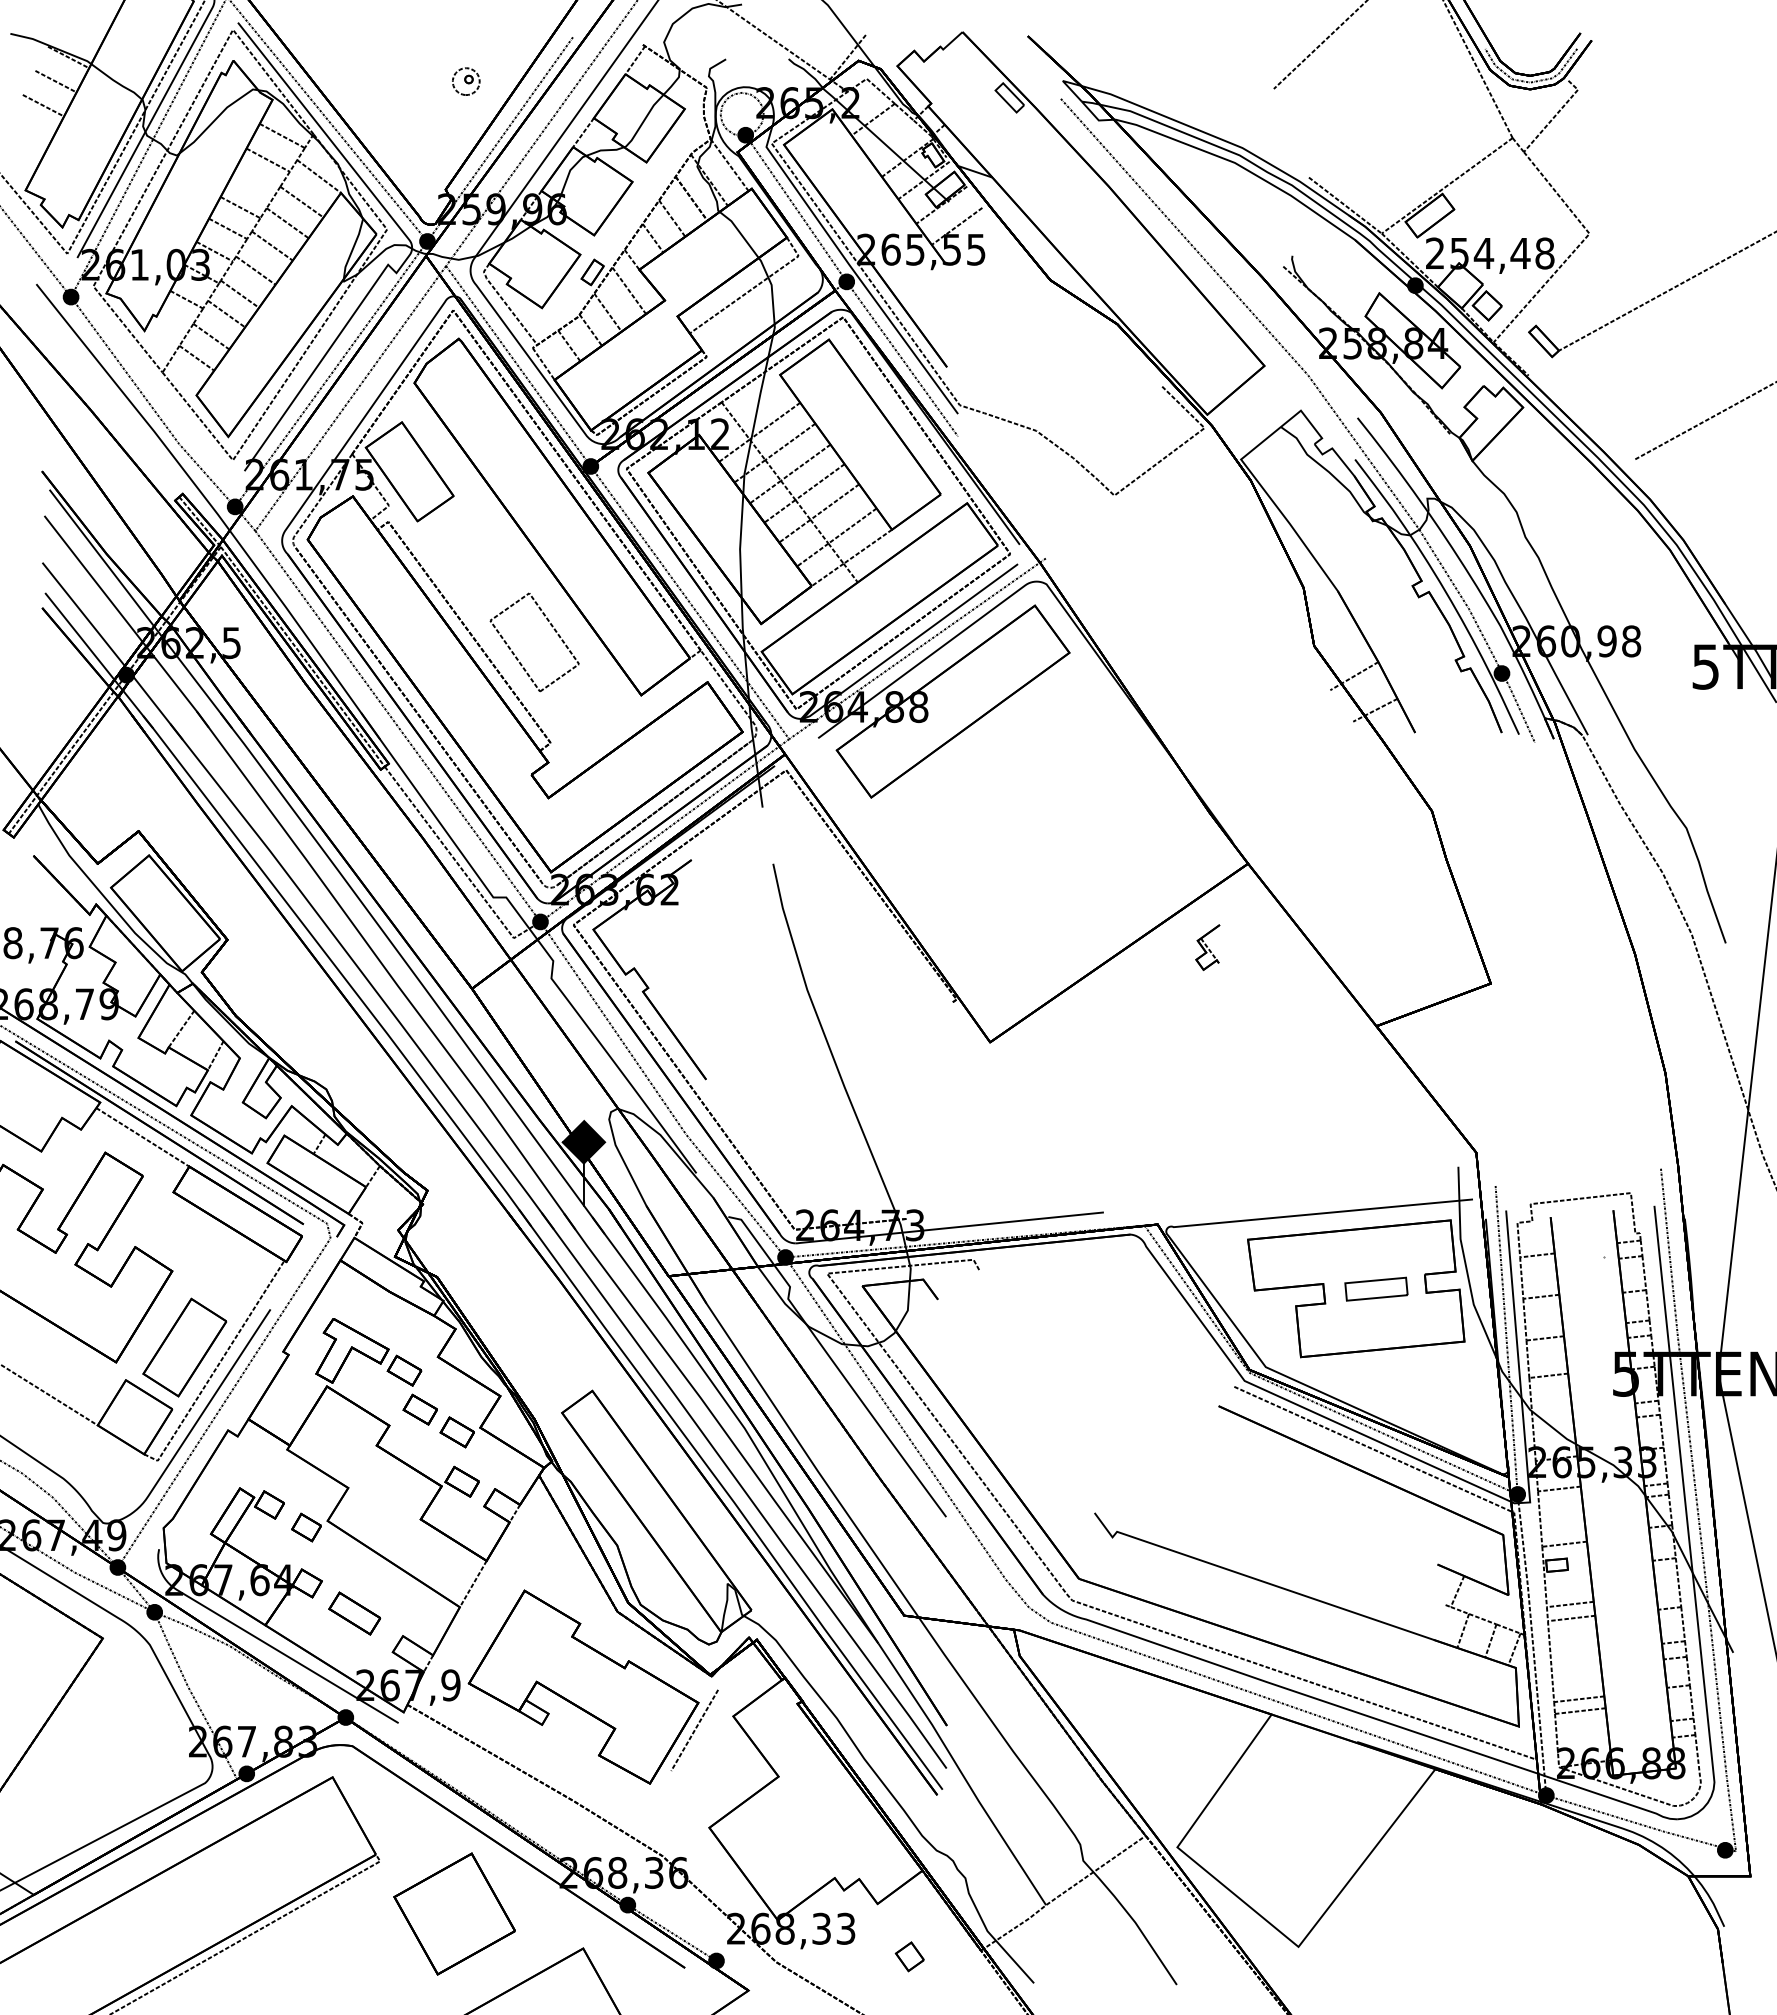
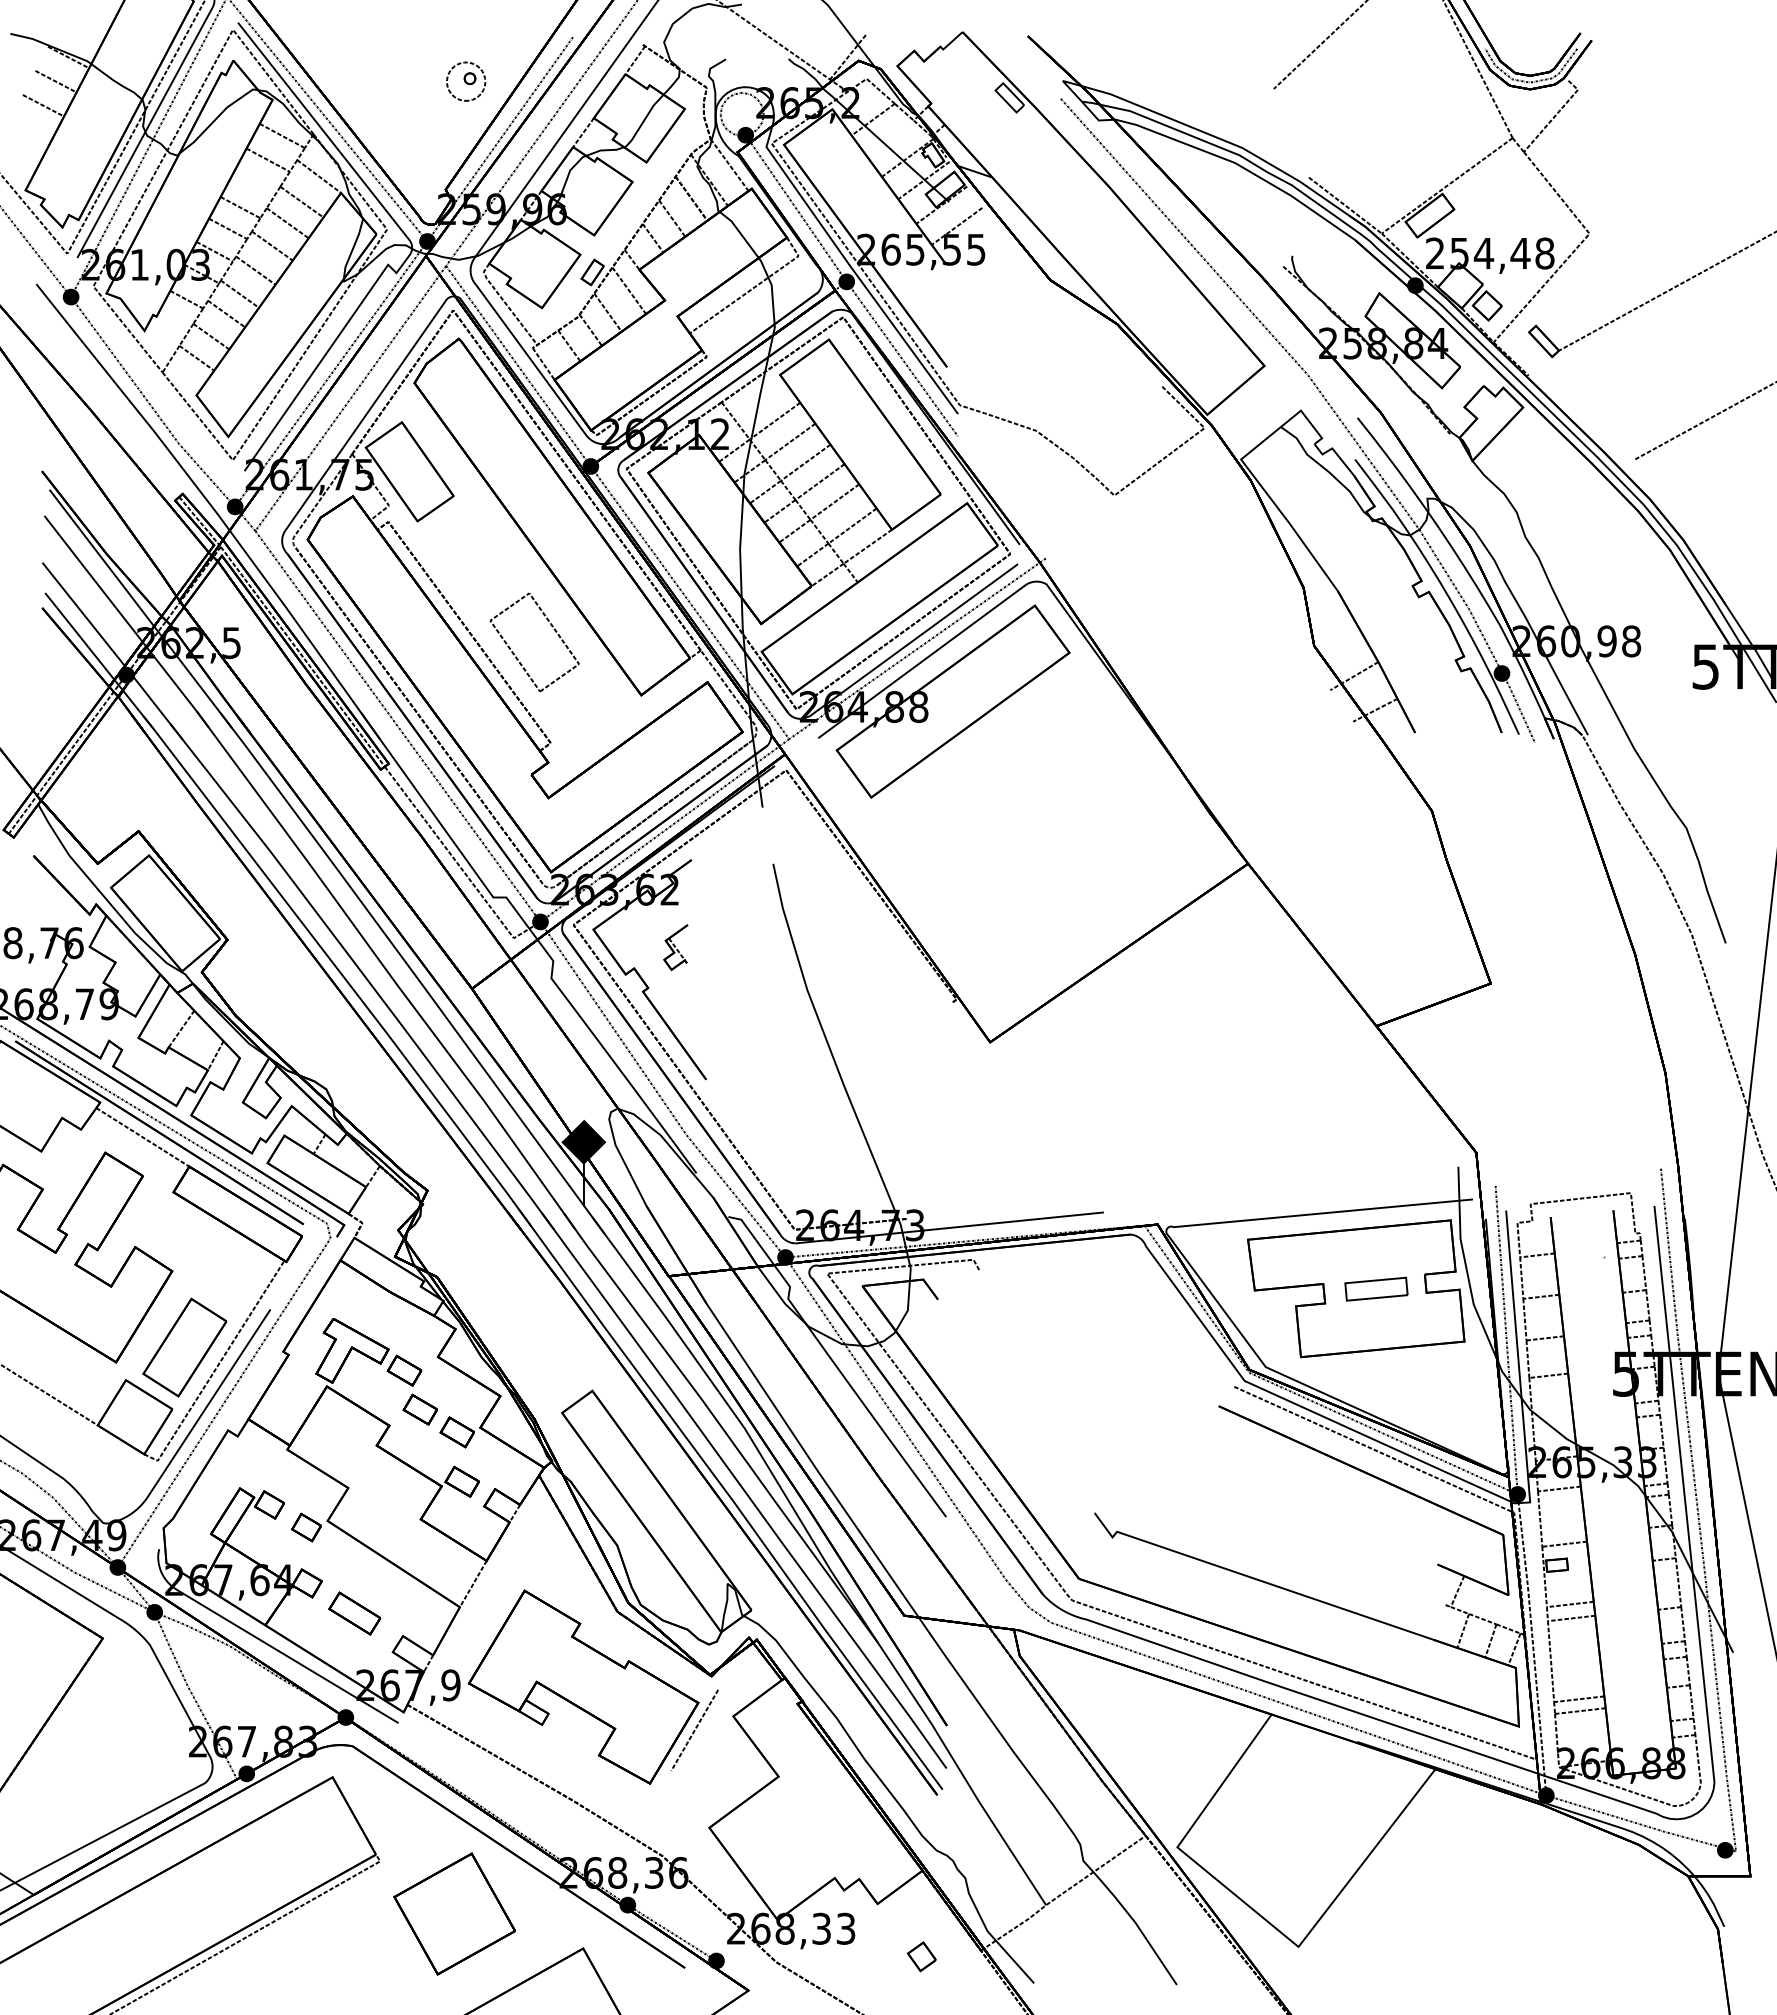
part at (466, 81) size: 29x29 px -> 41x41 px
part at (1207, 947) position: (1207, 947) -> (675, 947)
part at (909, 1956) position: (909, 1956) -> (921, 1956)
